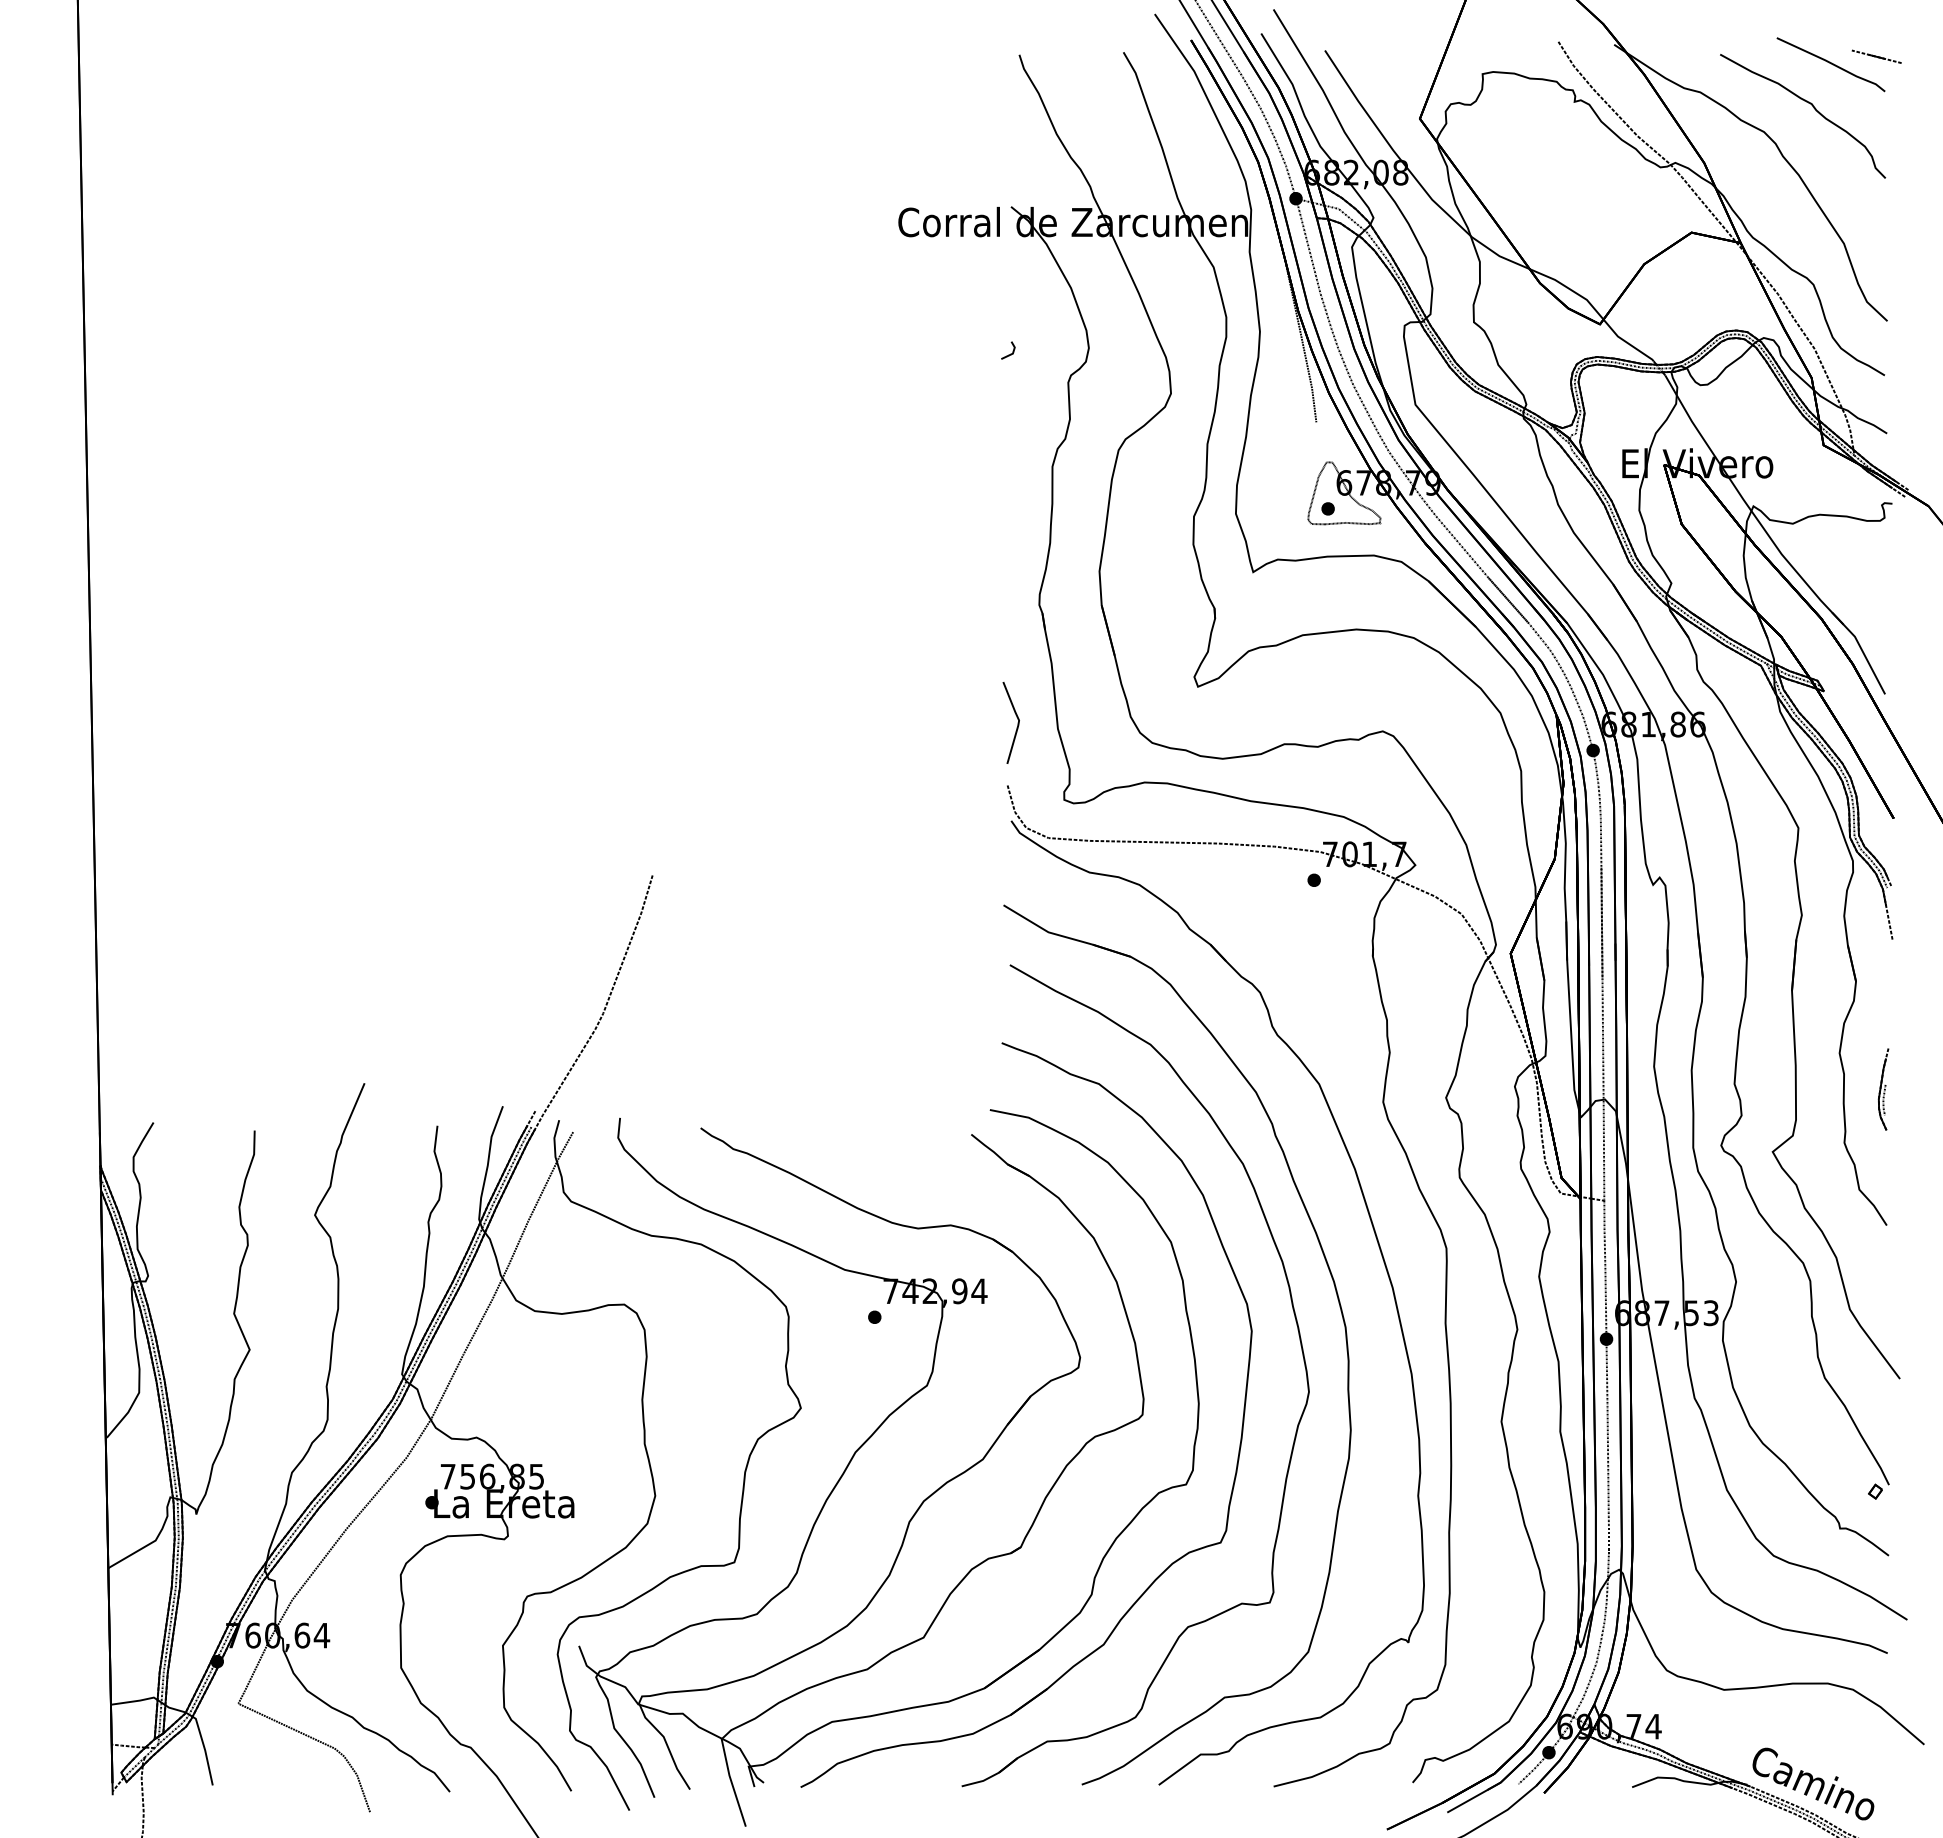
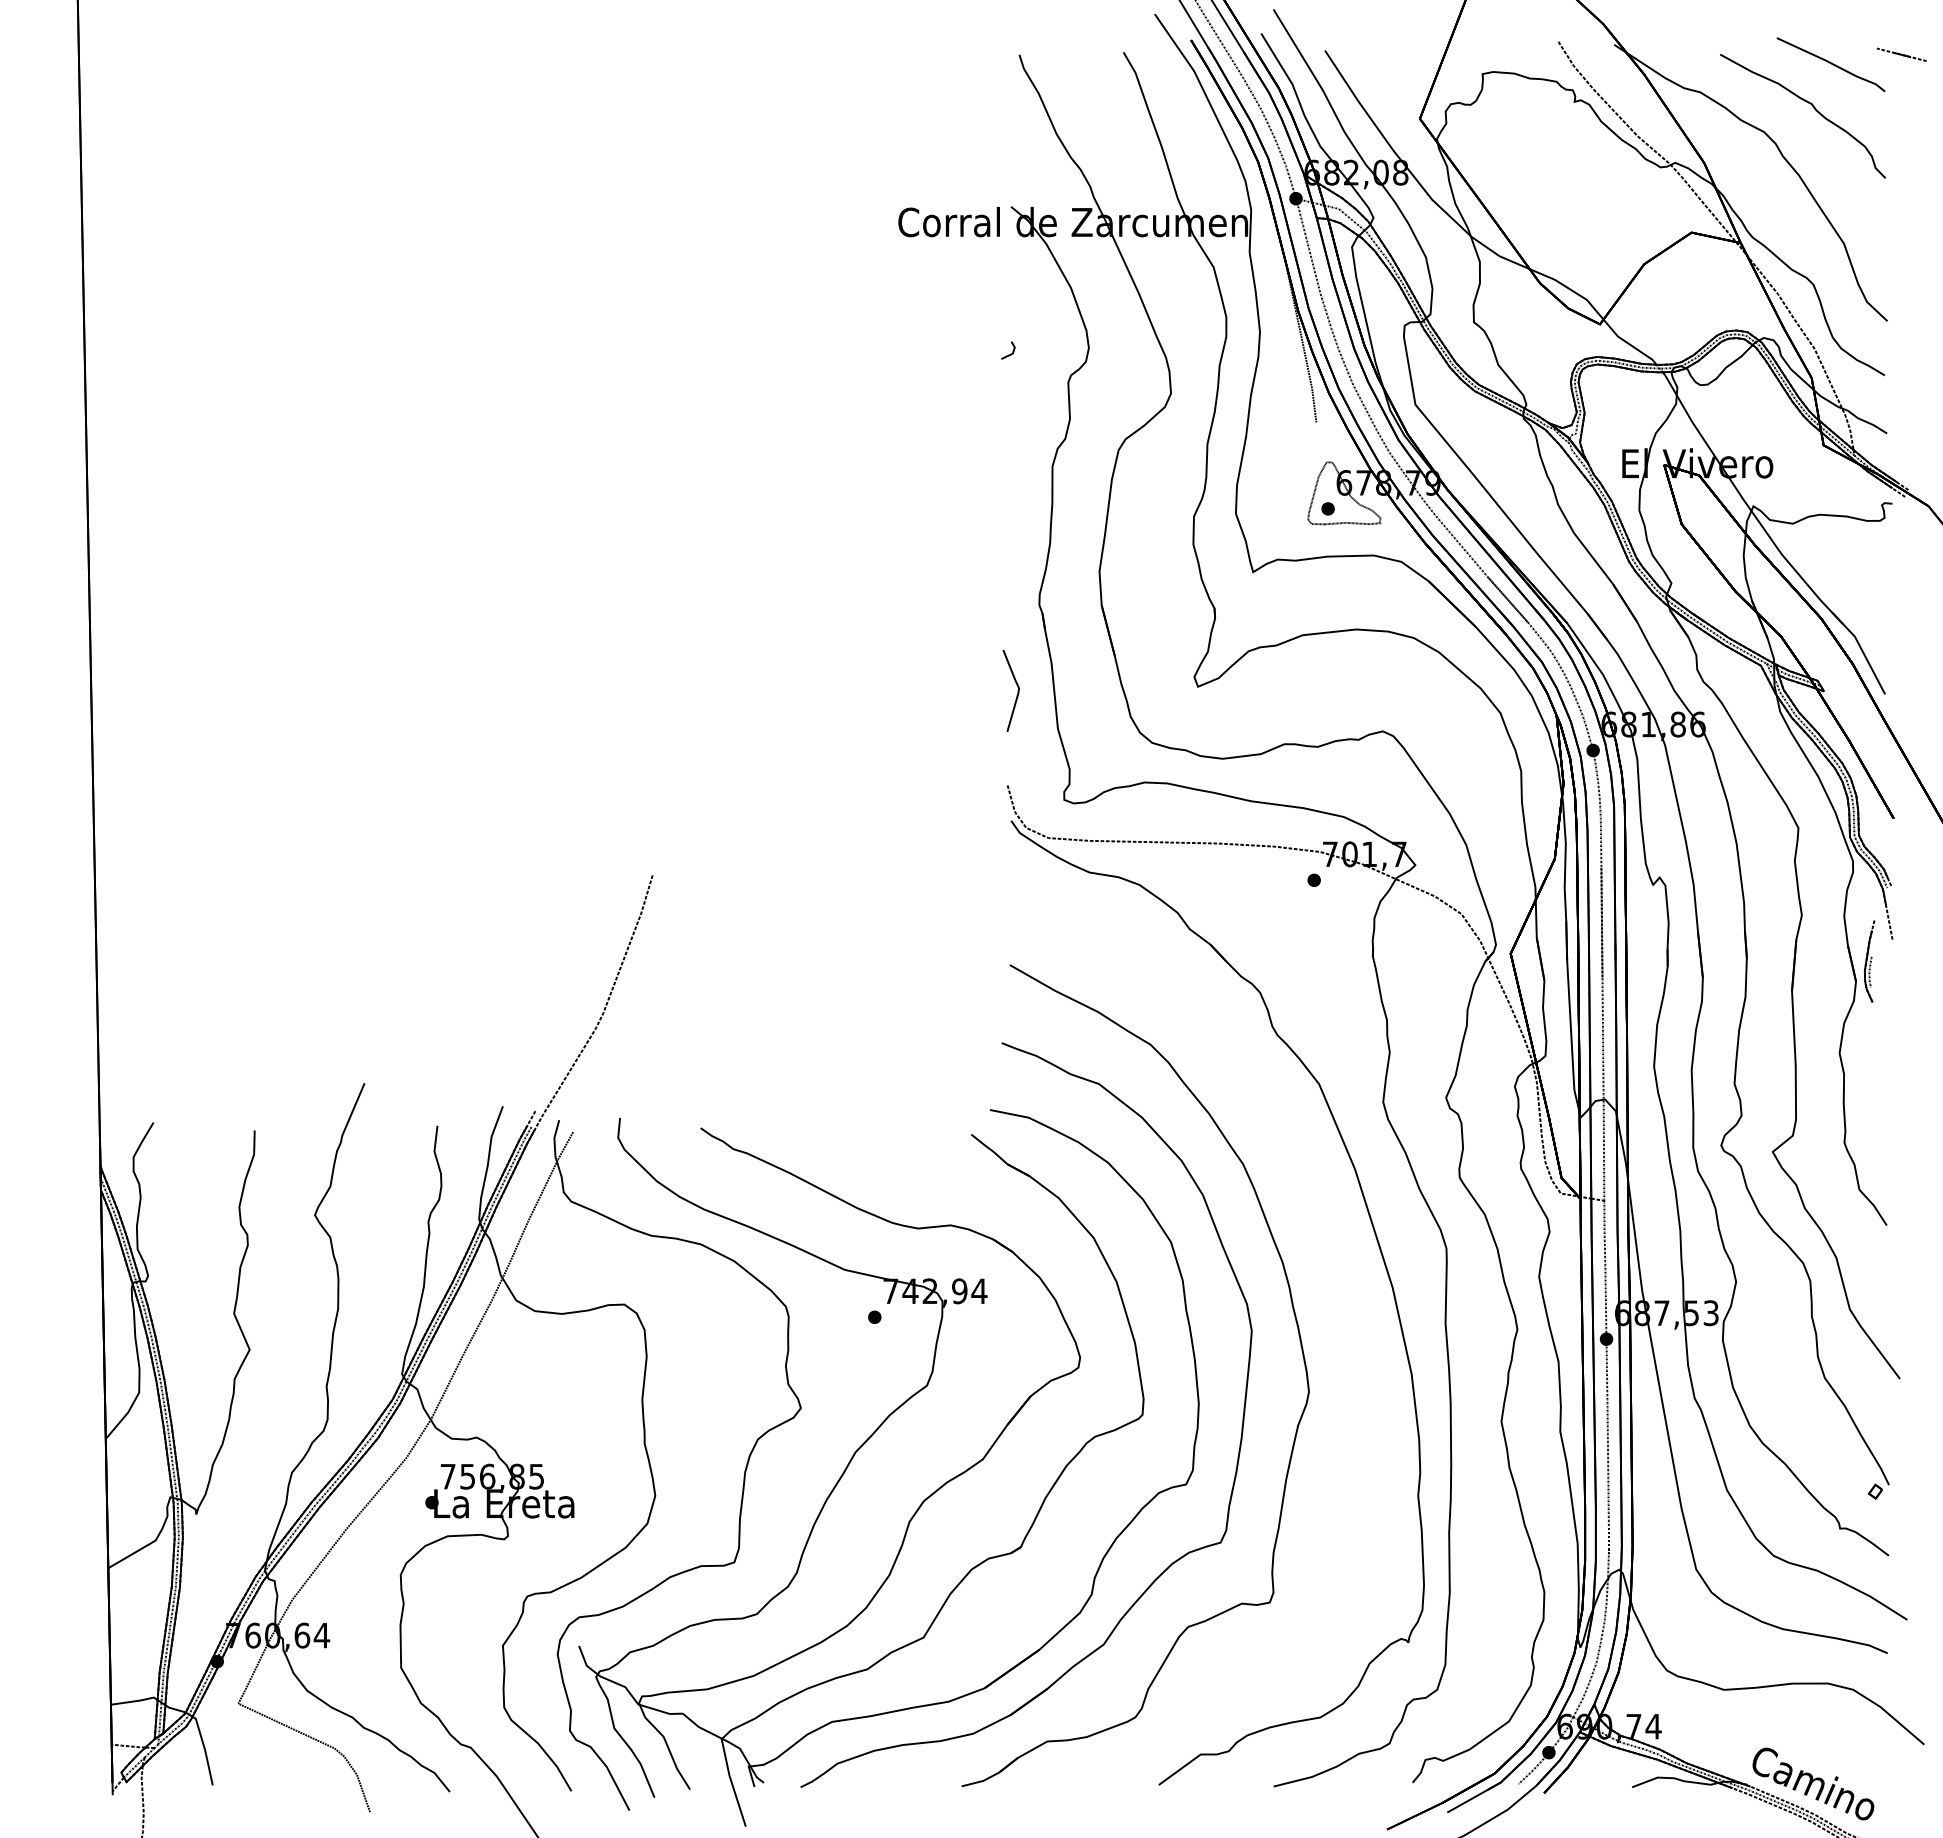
line at (1876, 56) position: (1876, 56) -> (1901, 54)
line at (1017, 722) position: (1017, 722) -> (1017, 690)
part at (1883, 1089) position: (1883, 1089) -> (1869, 961)
part at (1338, 1303): present -> none
